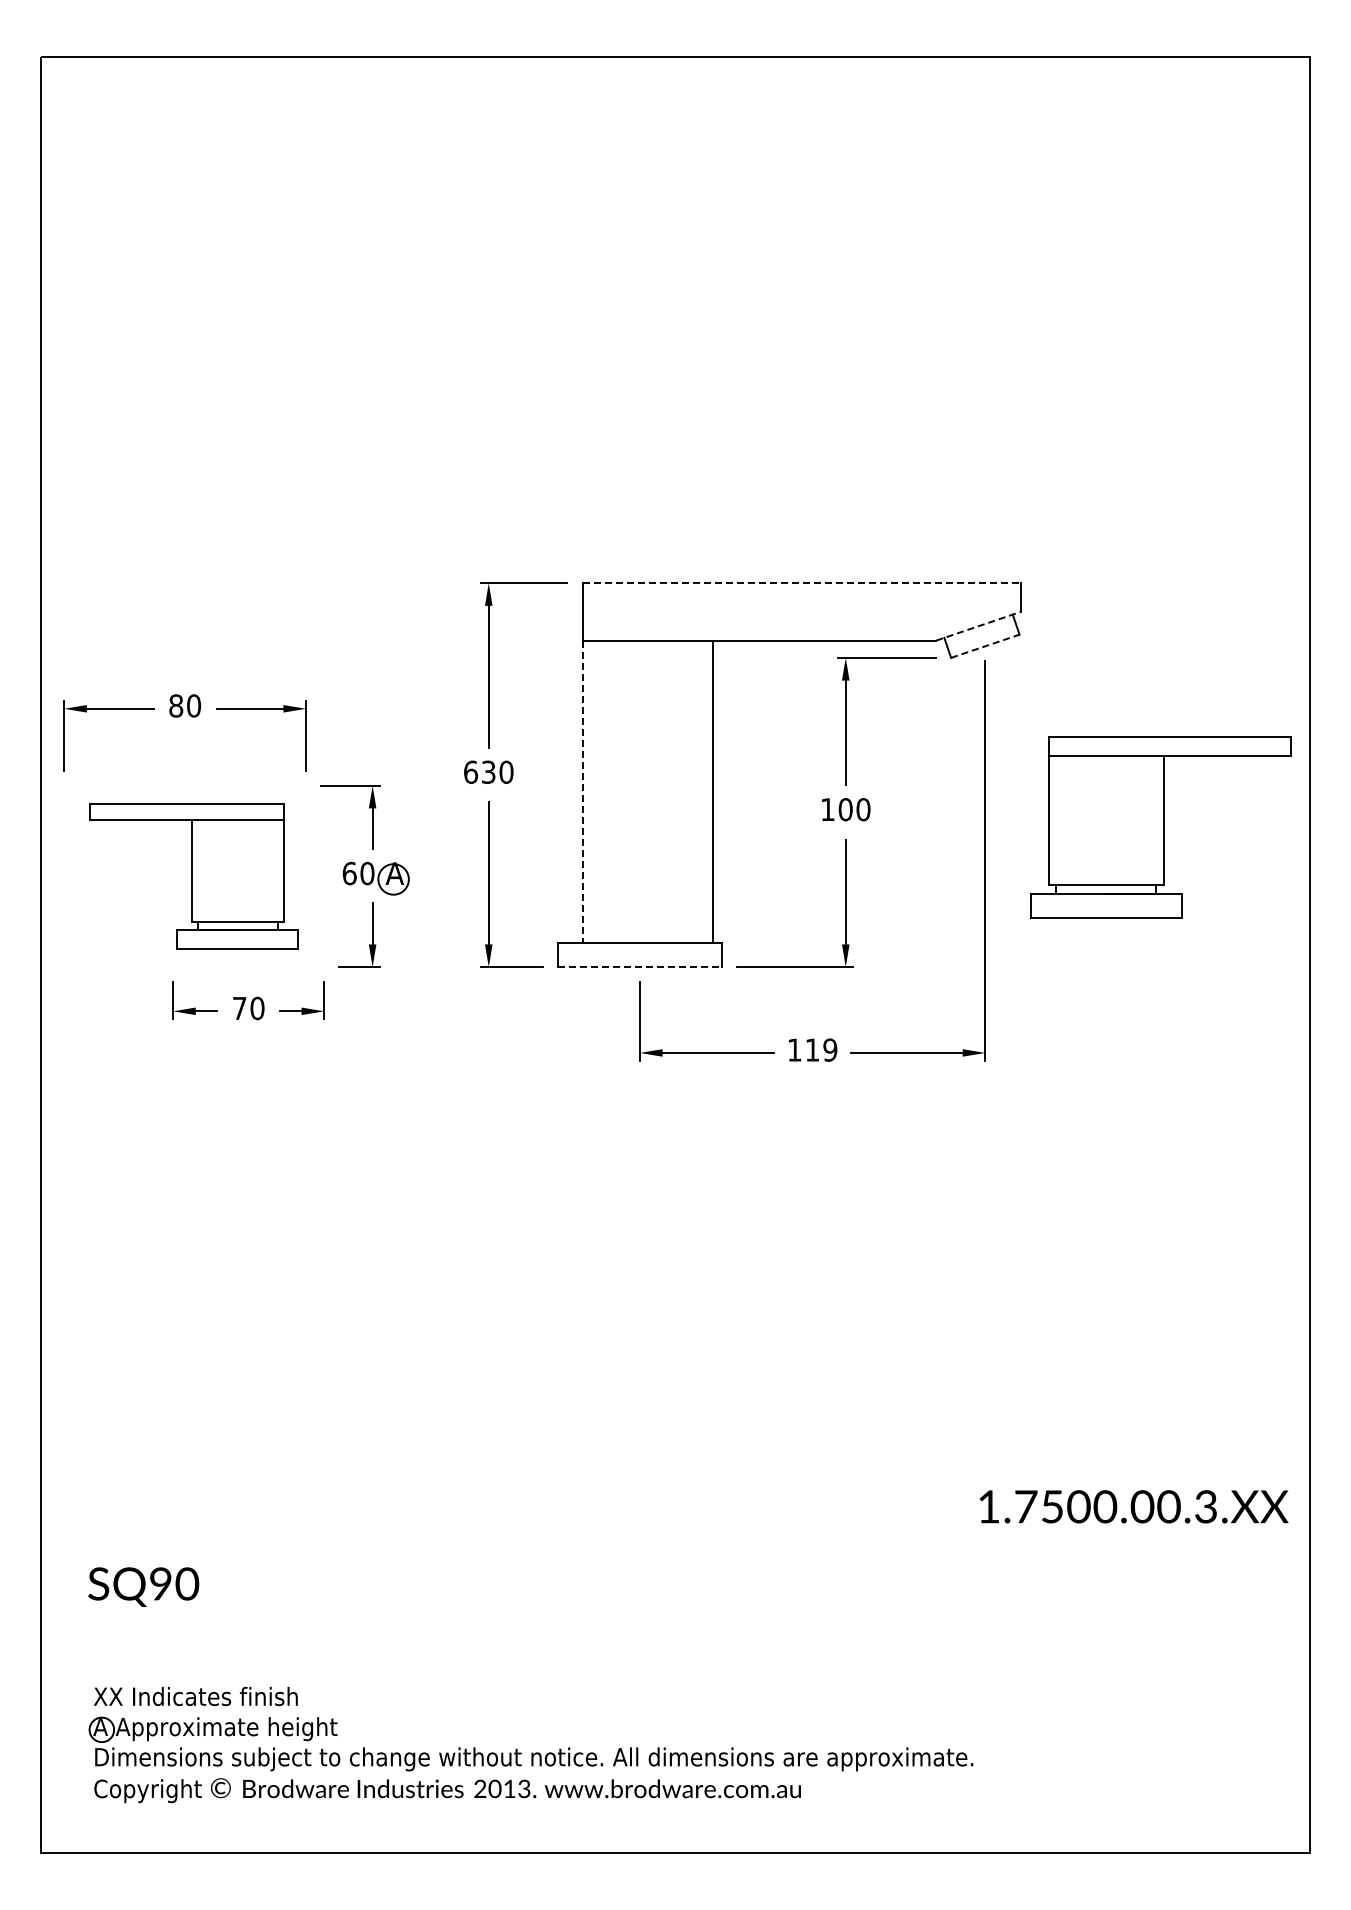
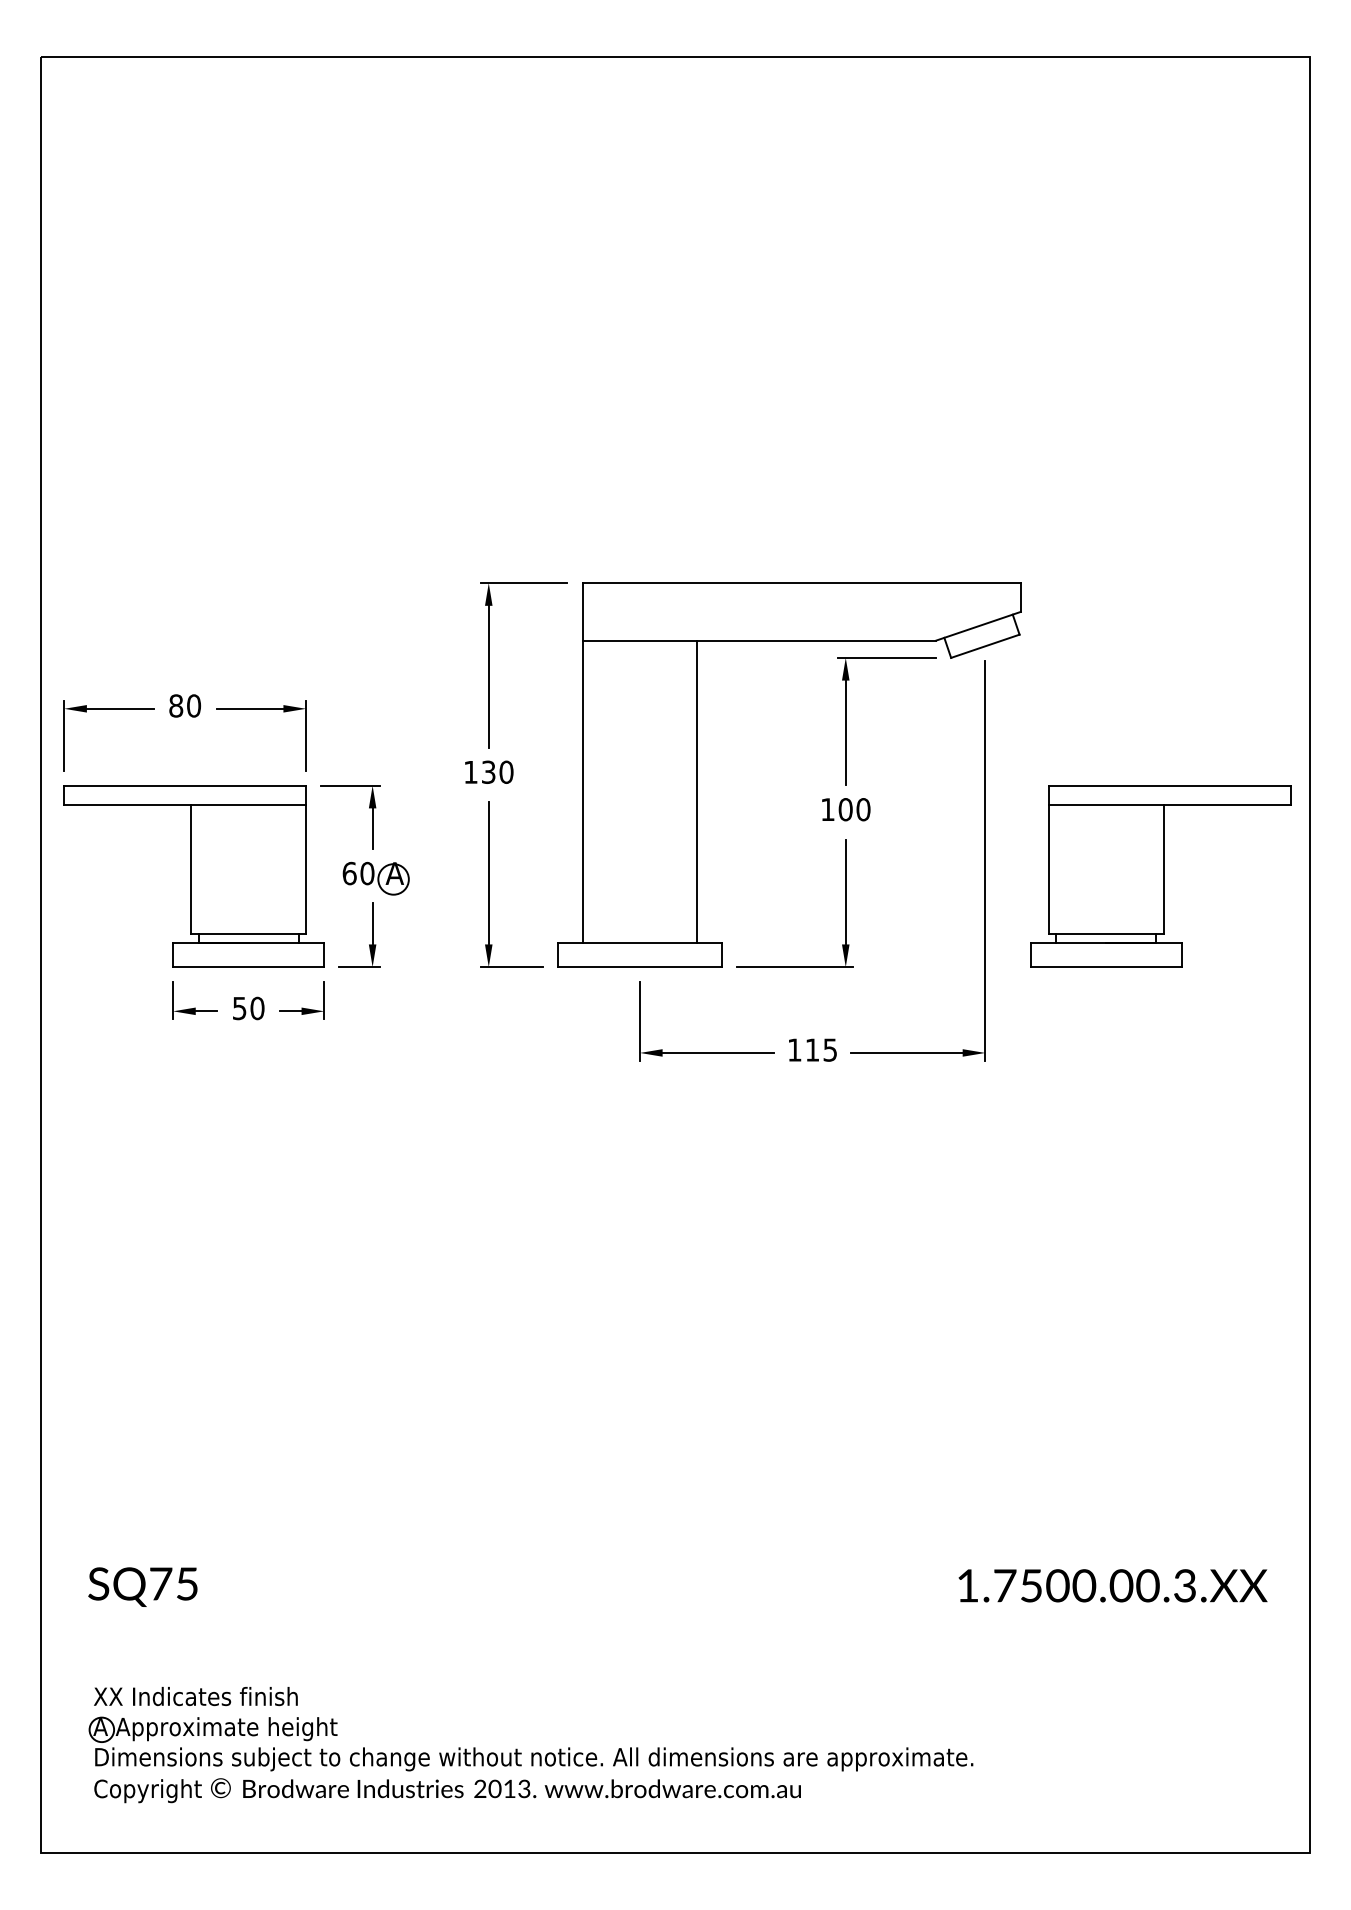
line at (802, 583): dashed -> solid
line at (978, 626): dashed -> solid
line at (985, 646): dashed -> solid
text at (471, 771): 630 -> 130
line at (713, 791) position: (713, 791) -> (697, 791)
line at (582, 792): dashed -> solid
part at (1160, 827) position: (1160, 827) -> (1160, 876)
part at (193, 876) size: 210x147 px -> 262x183 px
line at (639, 967): dashed -> solid
text at (239, 1008): 70 -> 50
text at (830, 1049): 119 -> 115
text at (1133, 1506) position: (1133, 1506) -> (1112, 1585)
text at (174, 1583): SQ90 -> SQ75
